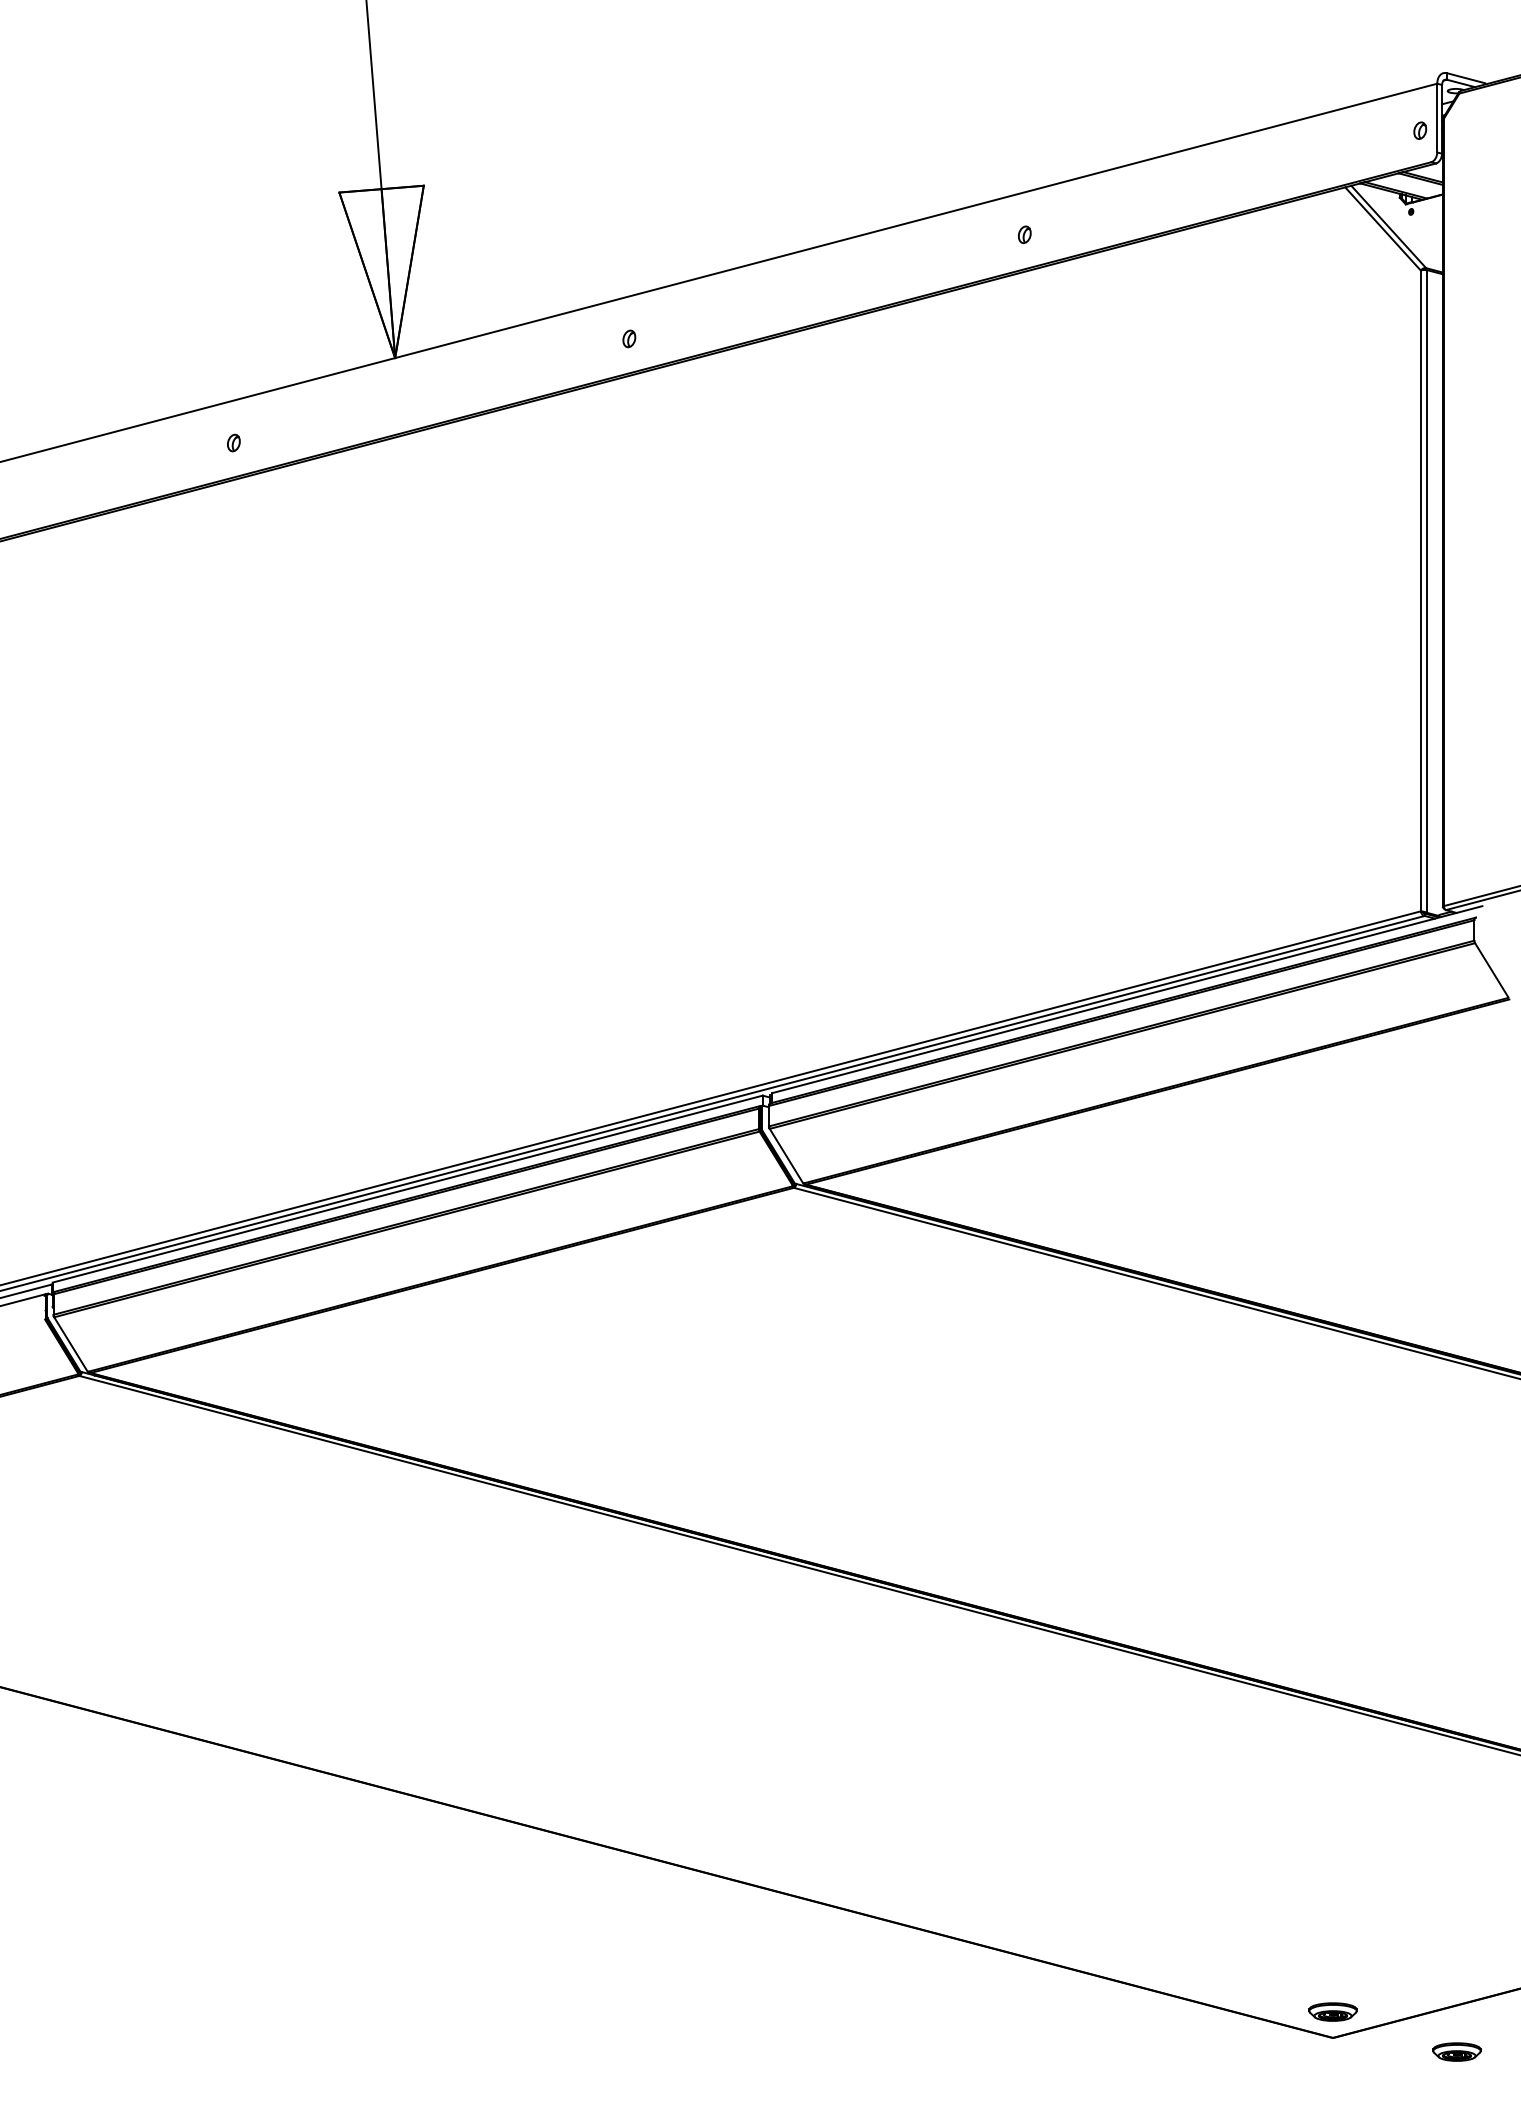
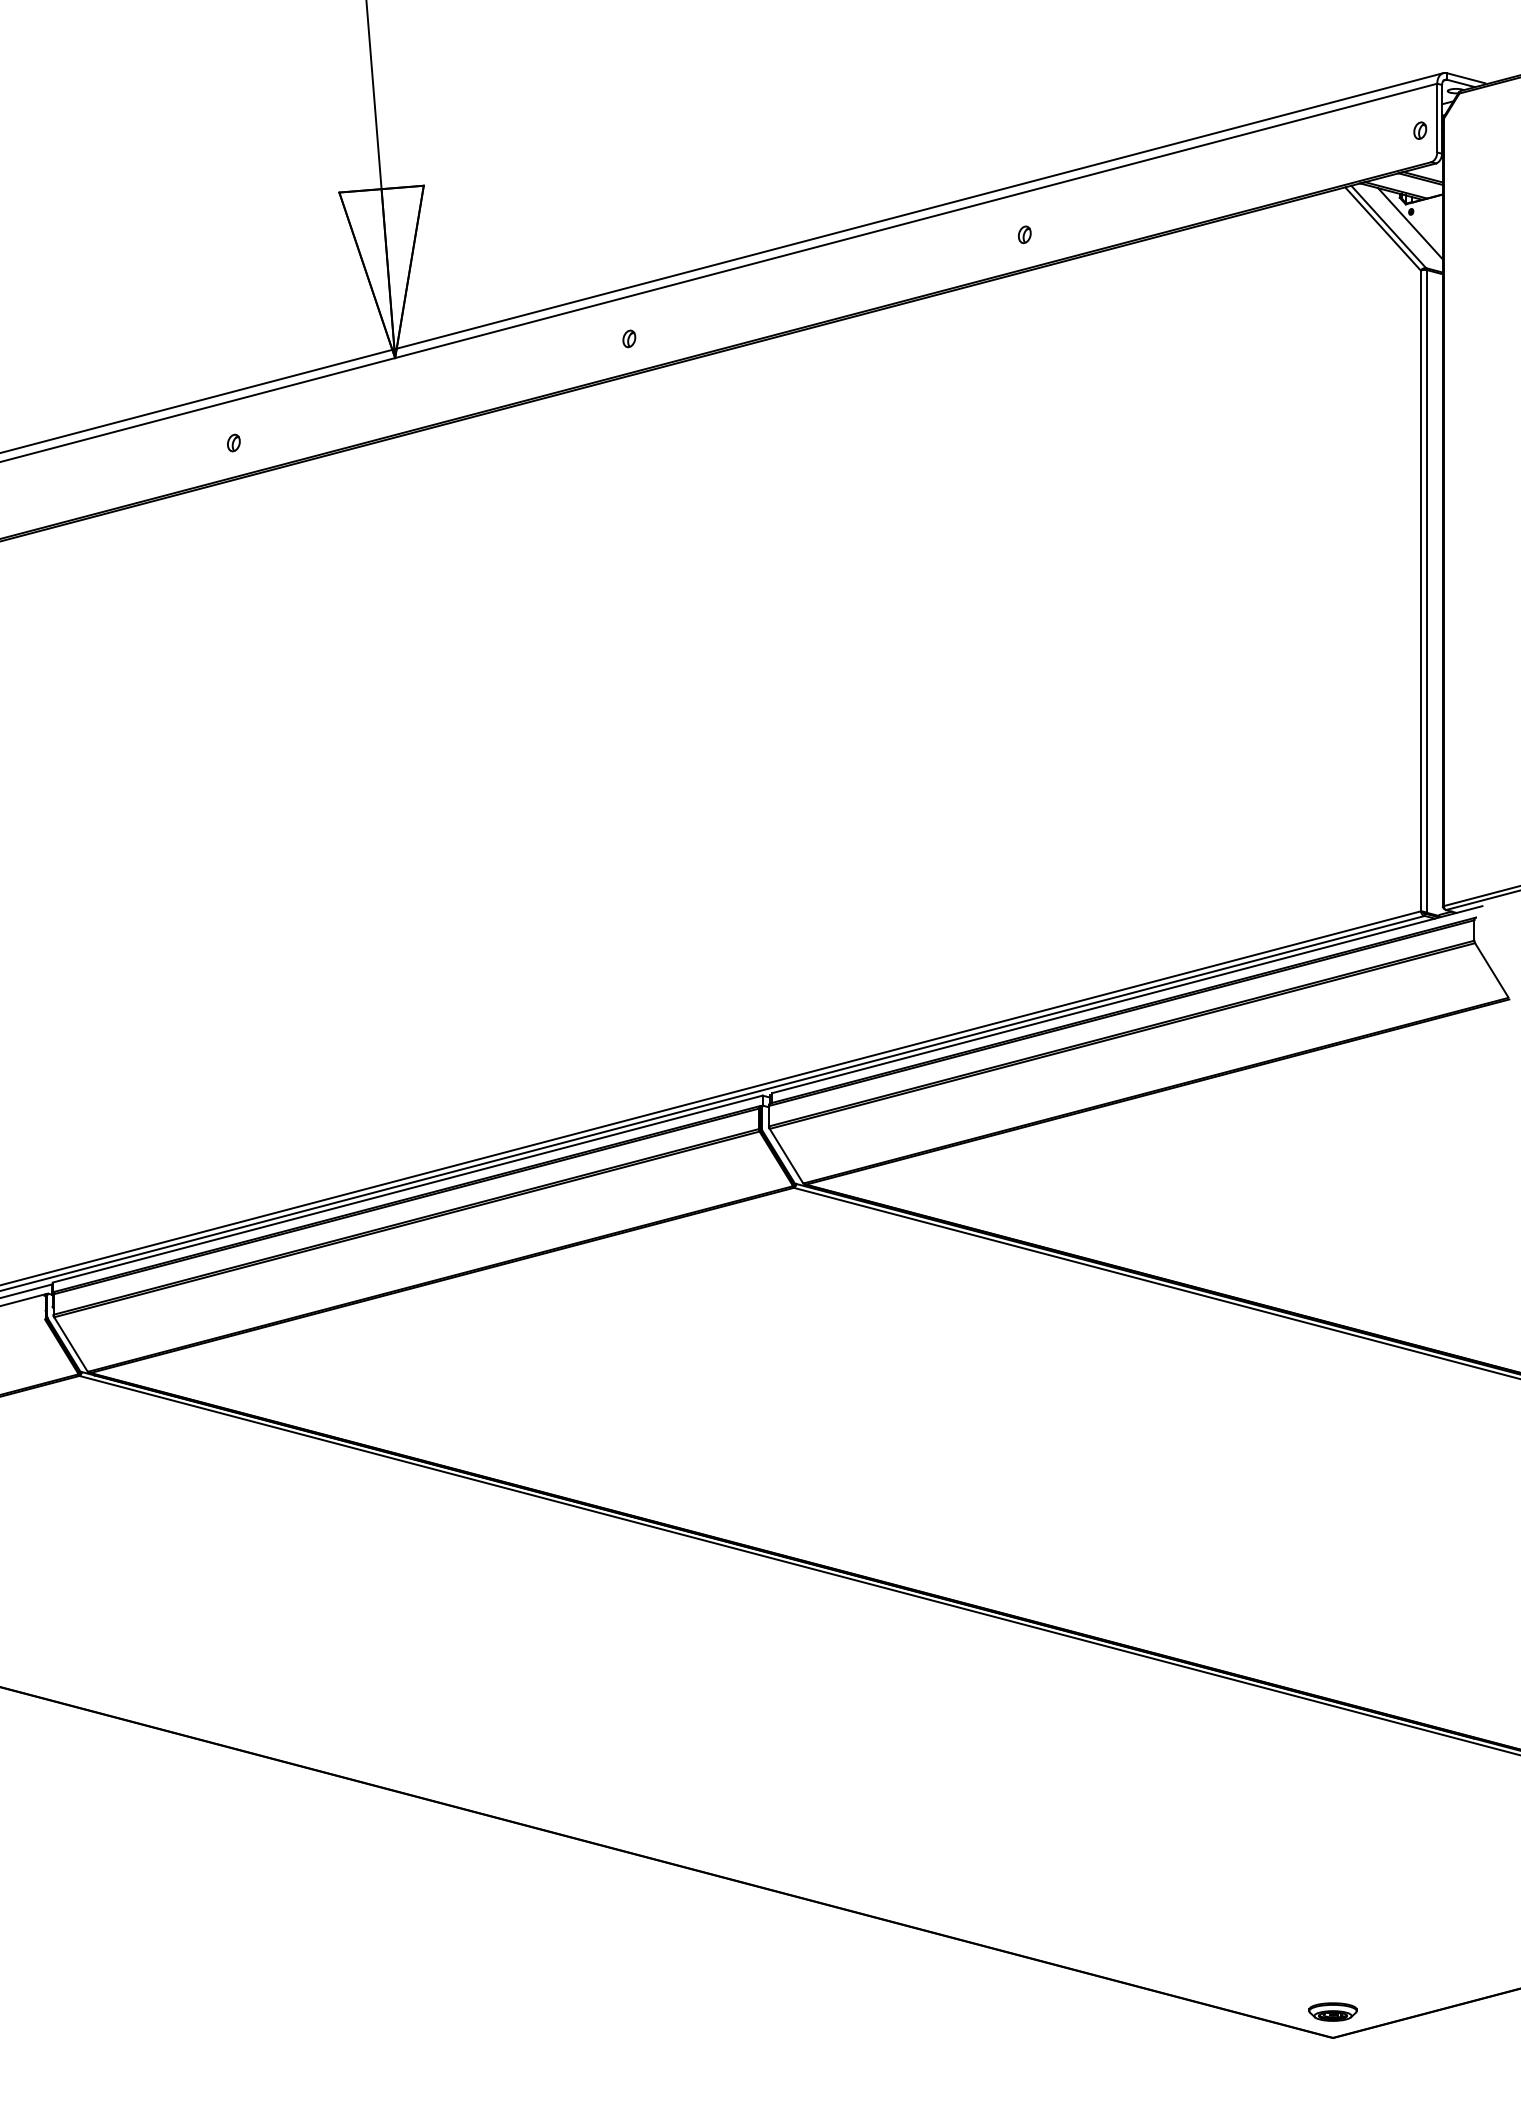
line at (1410, 223): none -> present
line at (722, 262): none -> present
part at (1456, 2051): present -> none
